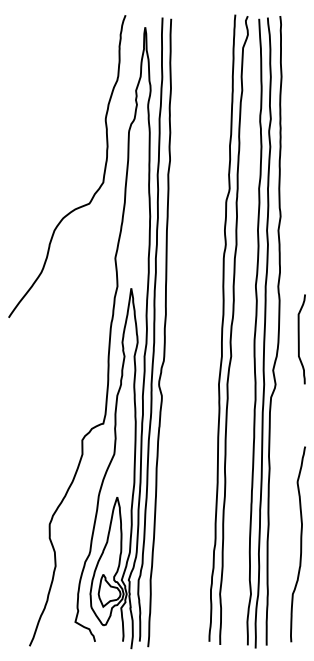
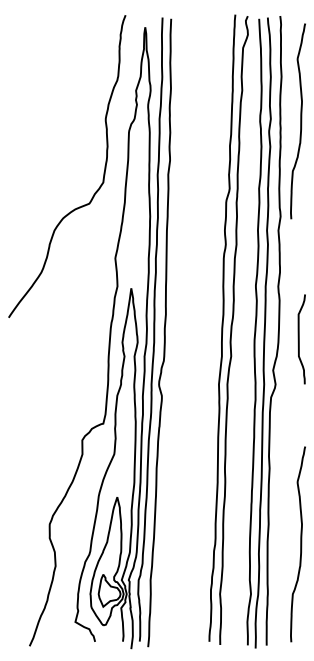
curve at (300, 121): none -> present
